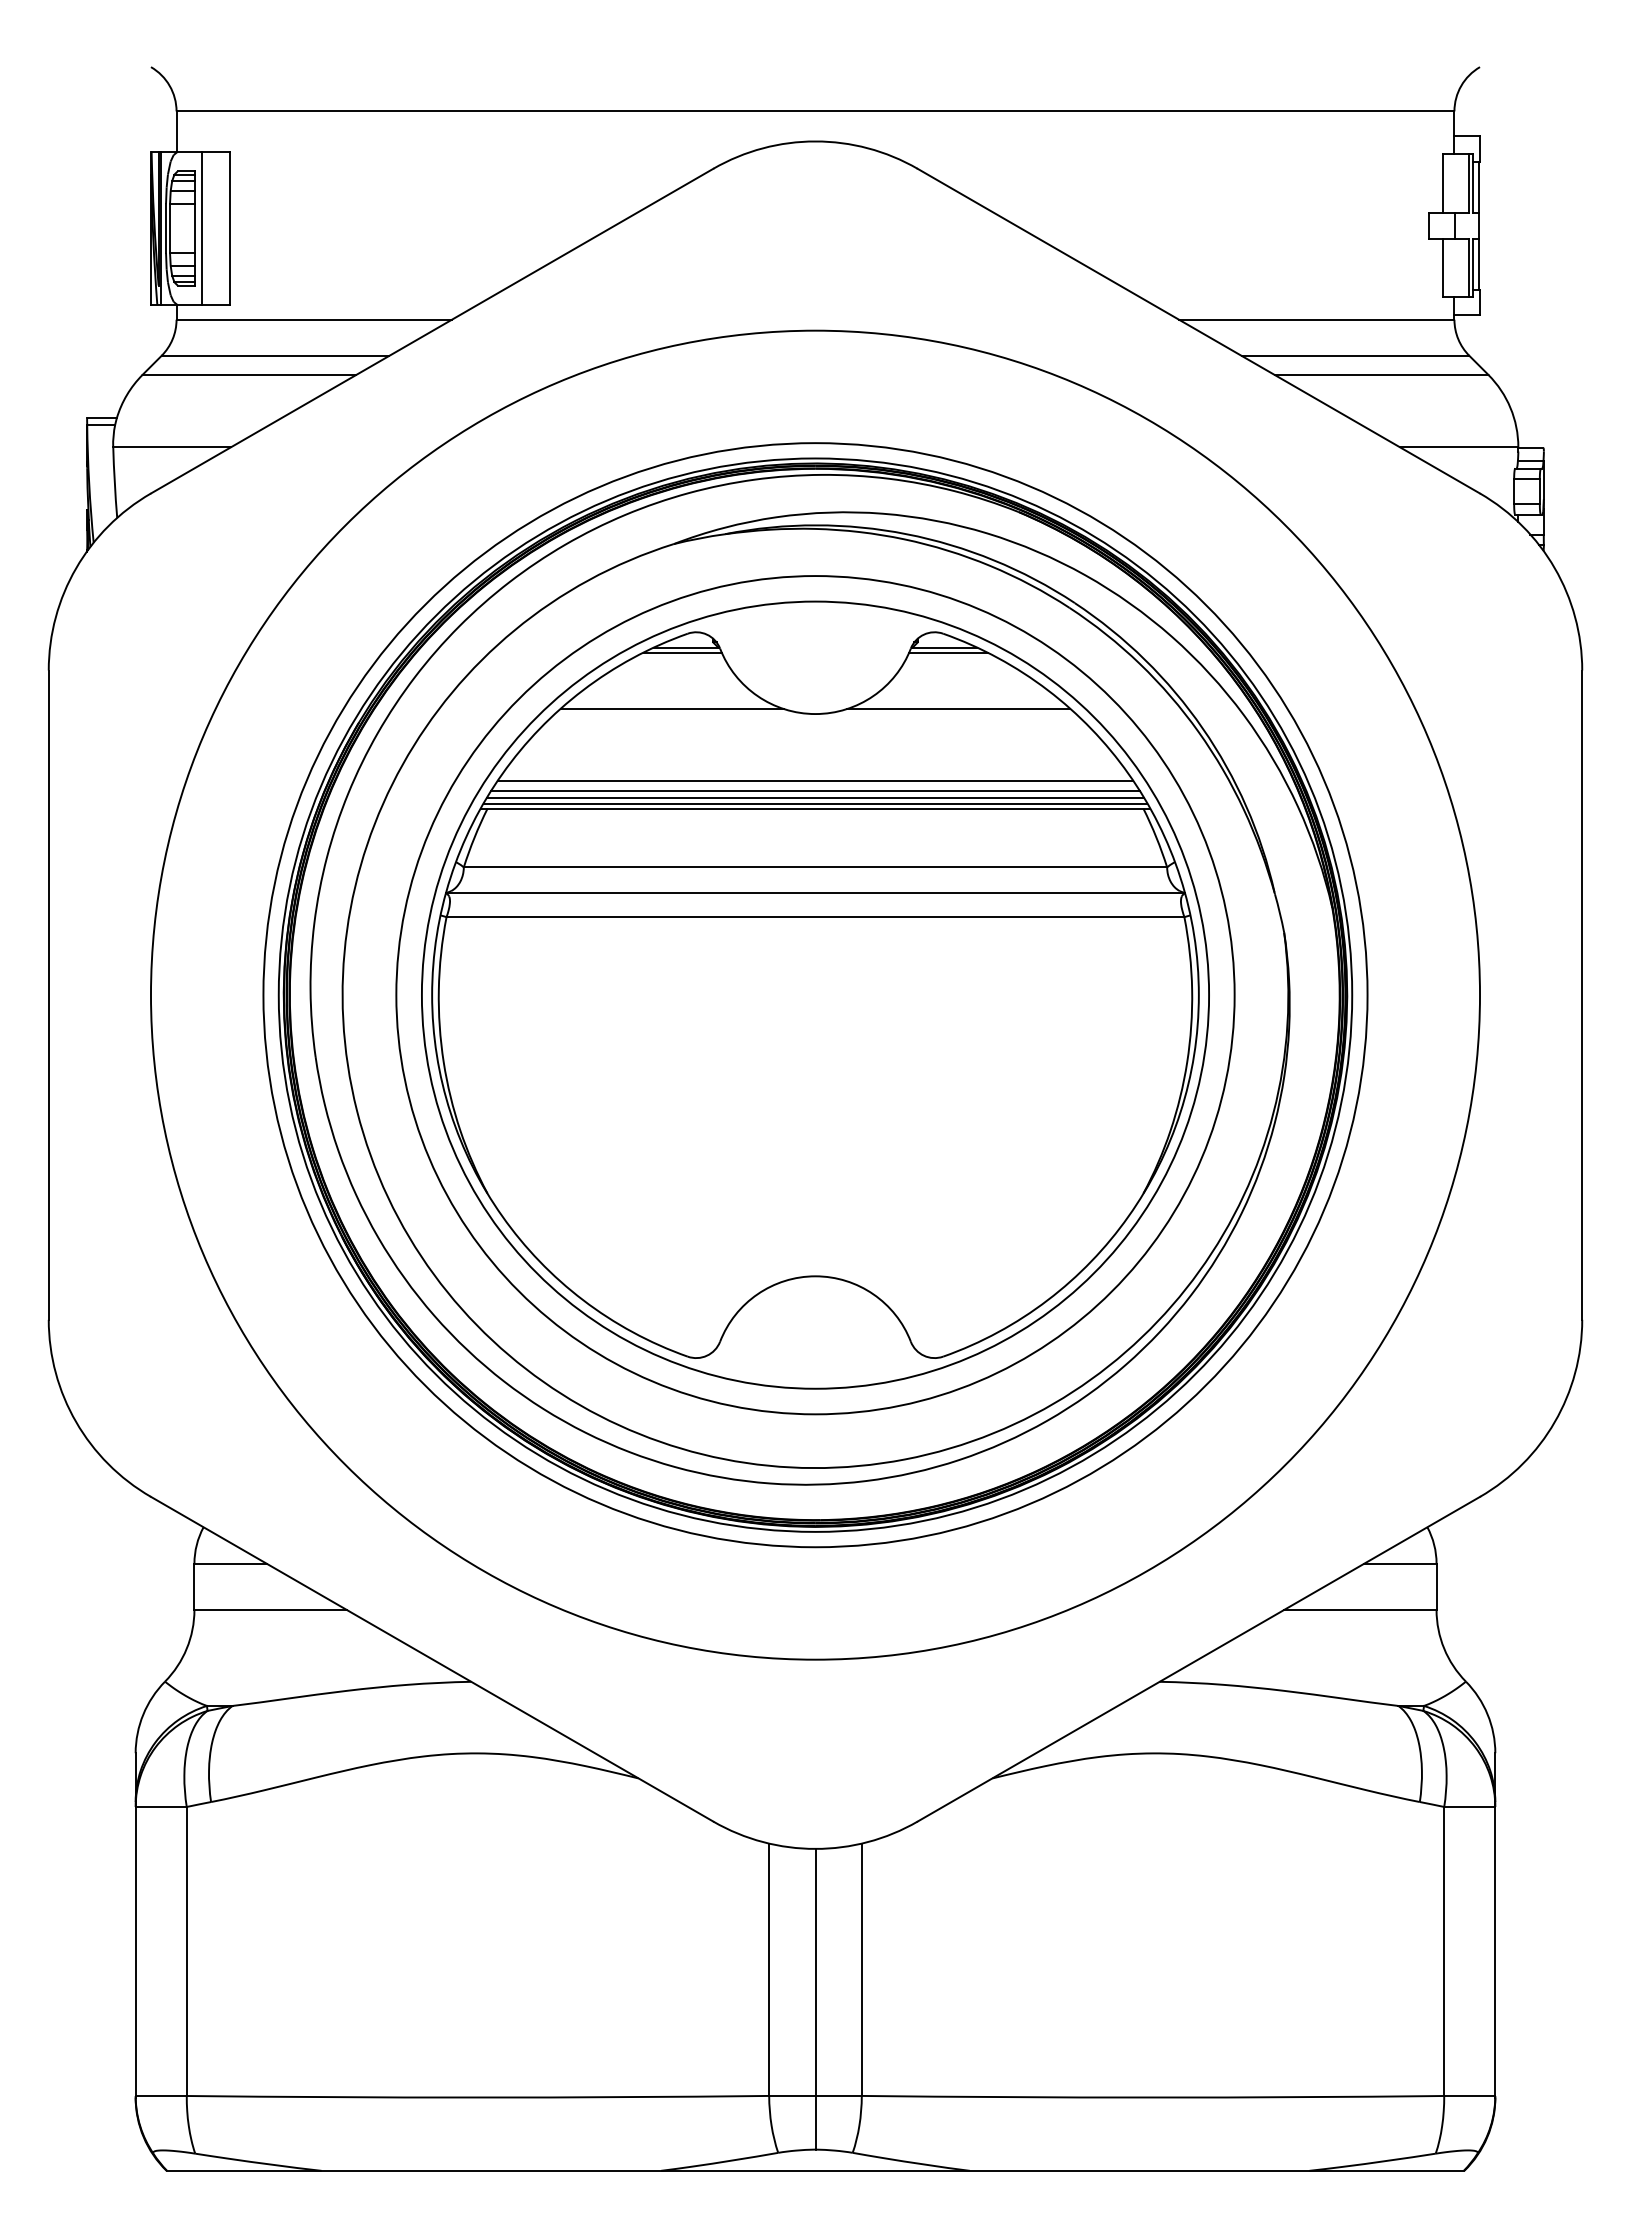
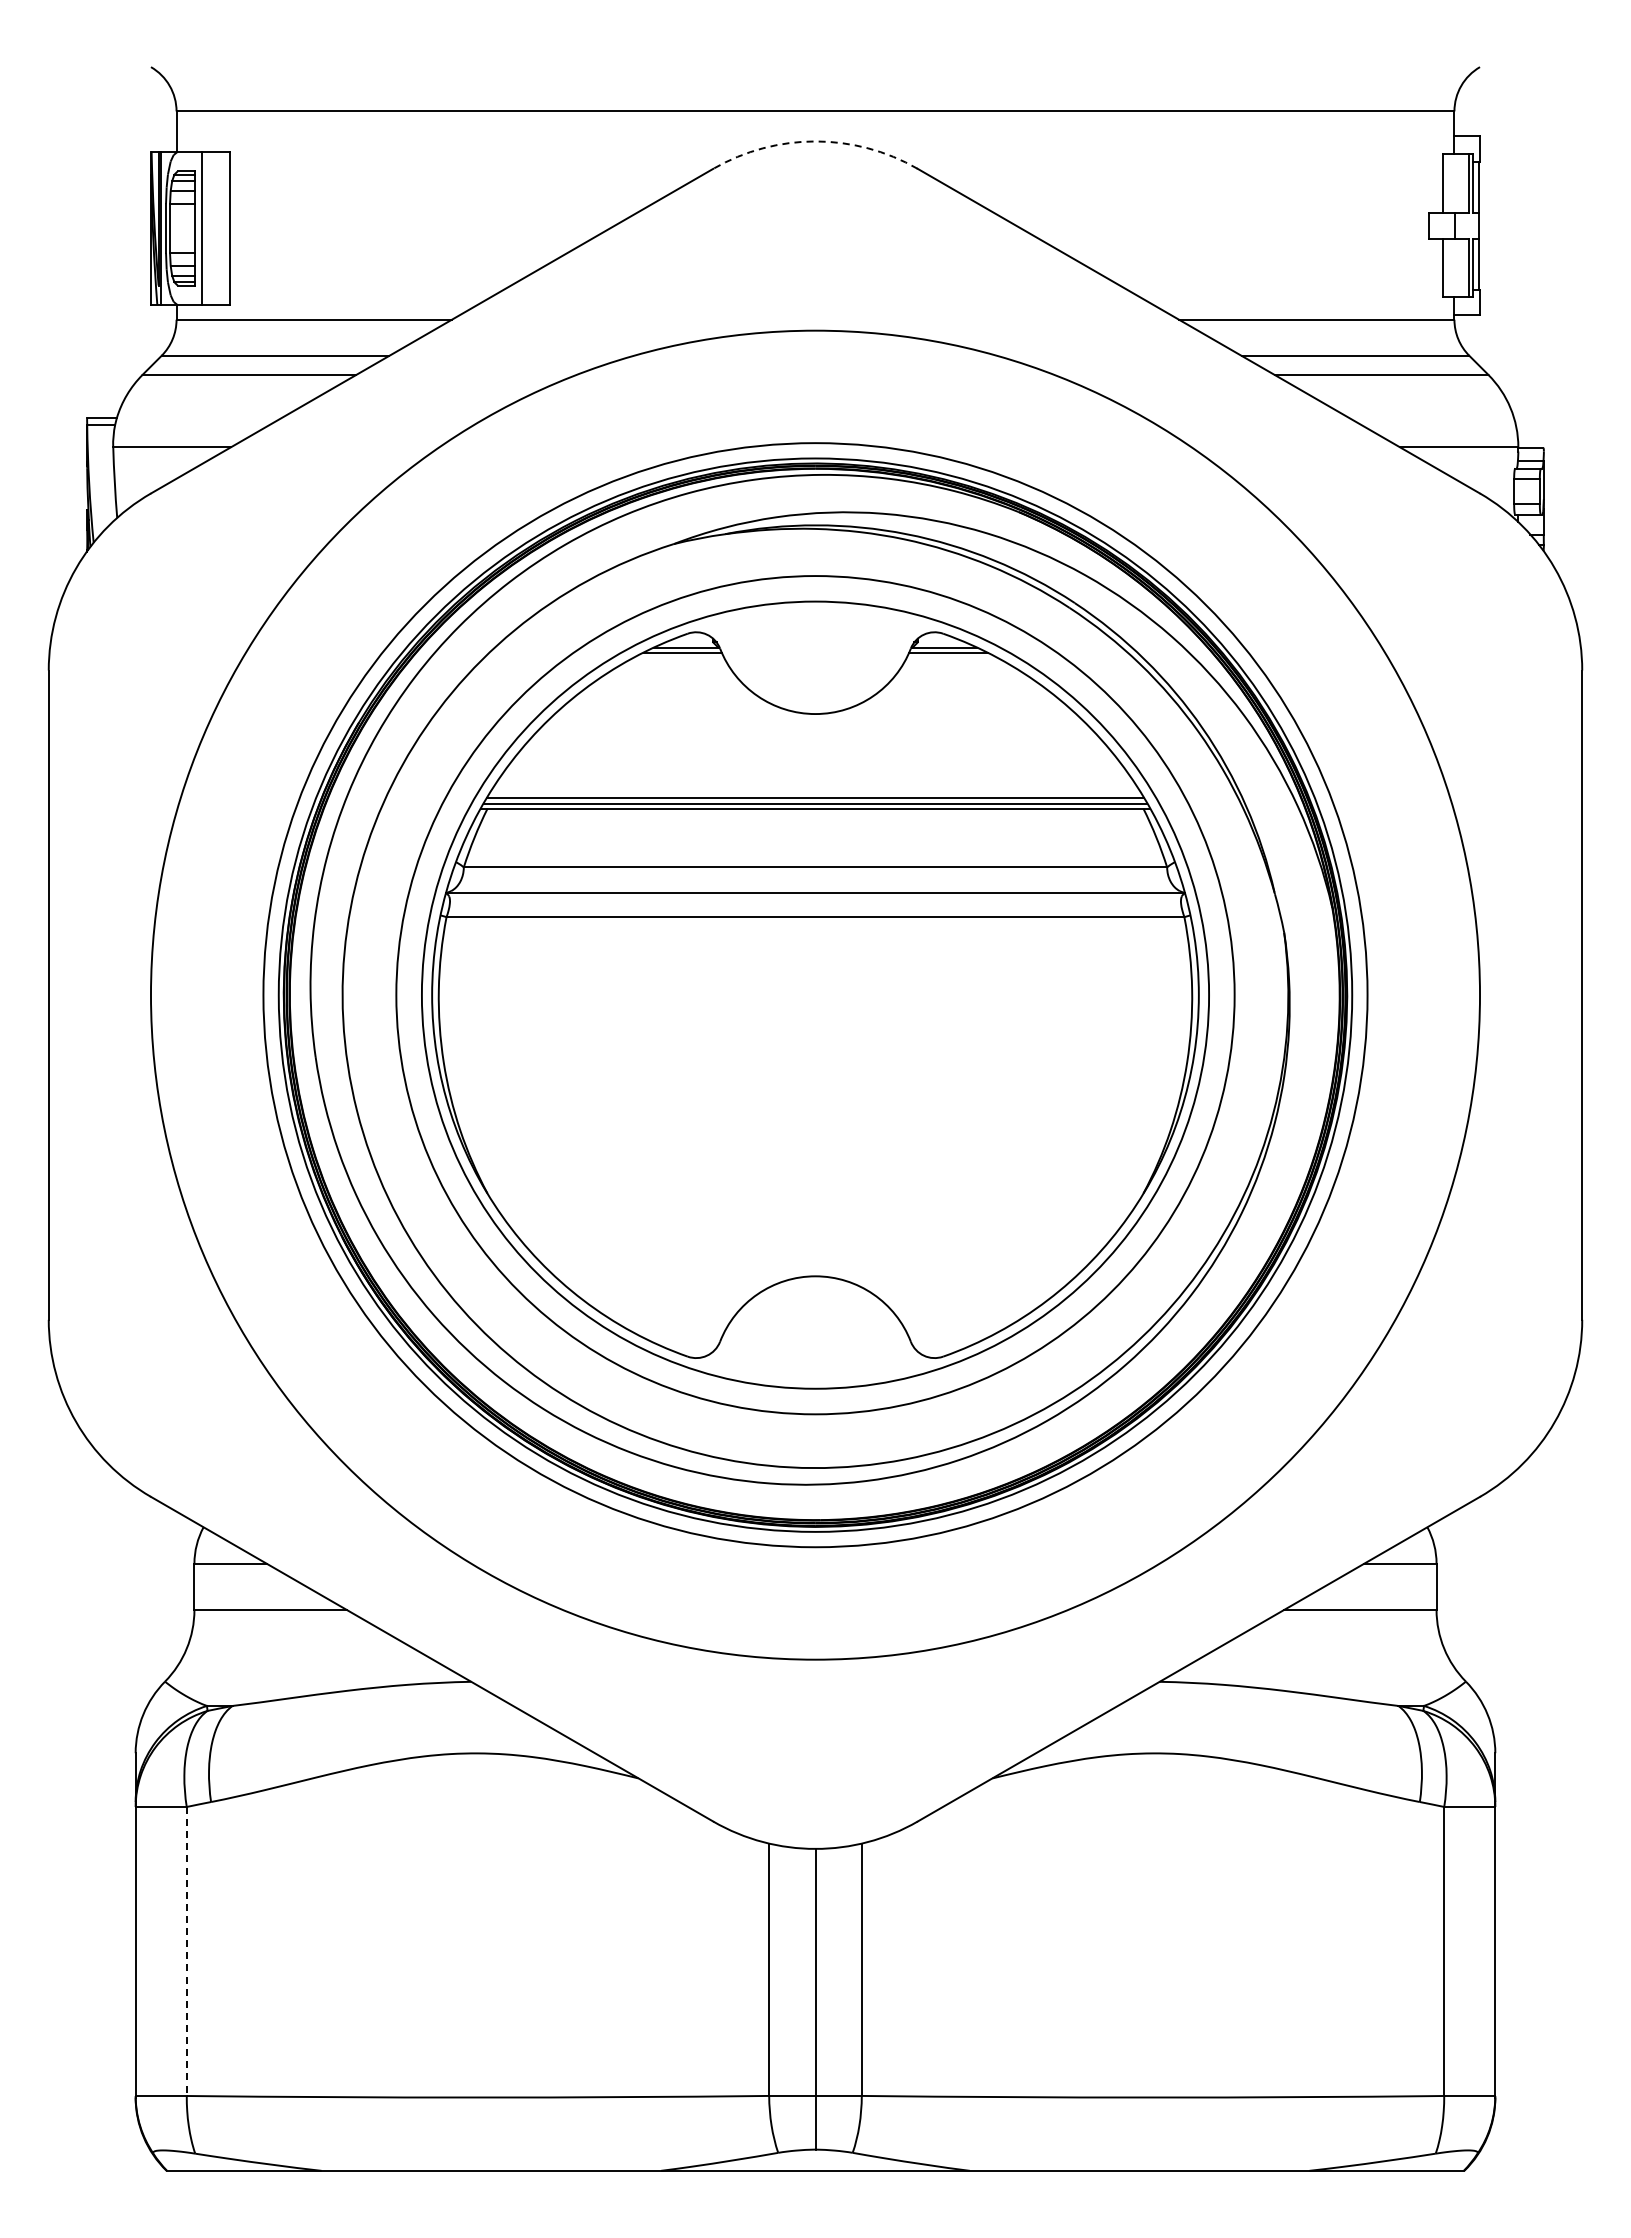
arc at (815, 141): solid -> dashed
line at (671, 708): present -> none
line at (958, 708): present -> none
line at (815, 780): present -> none
line at (815, 790): present -> none
line at (186, 1951): solid -> dashed
